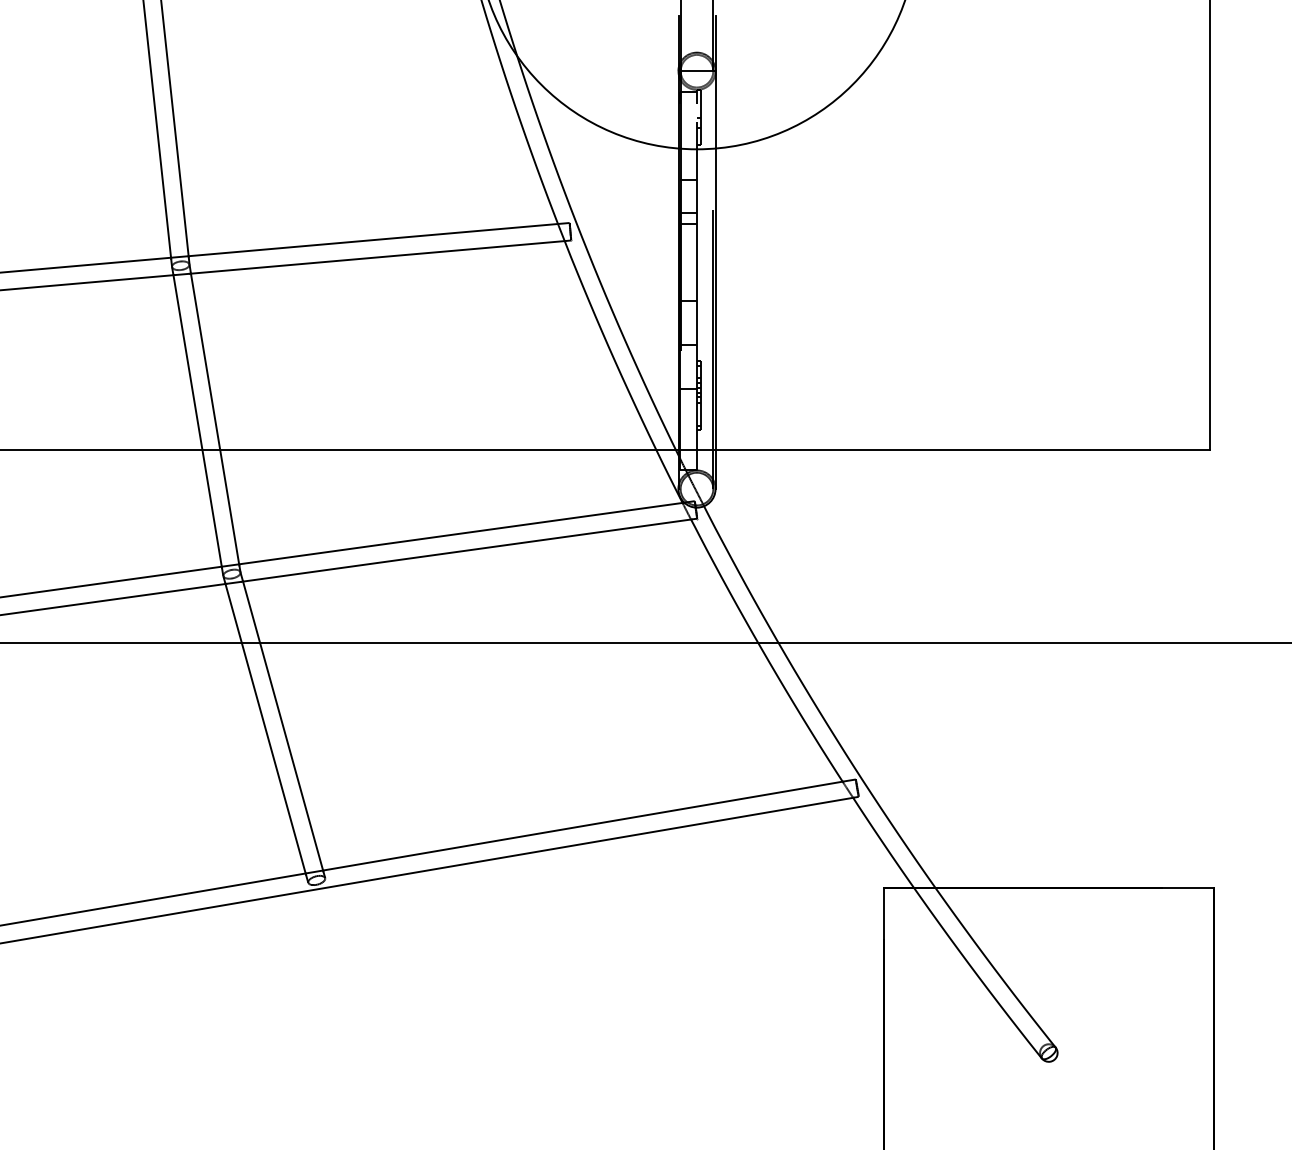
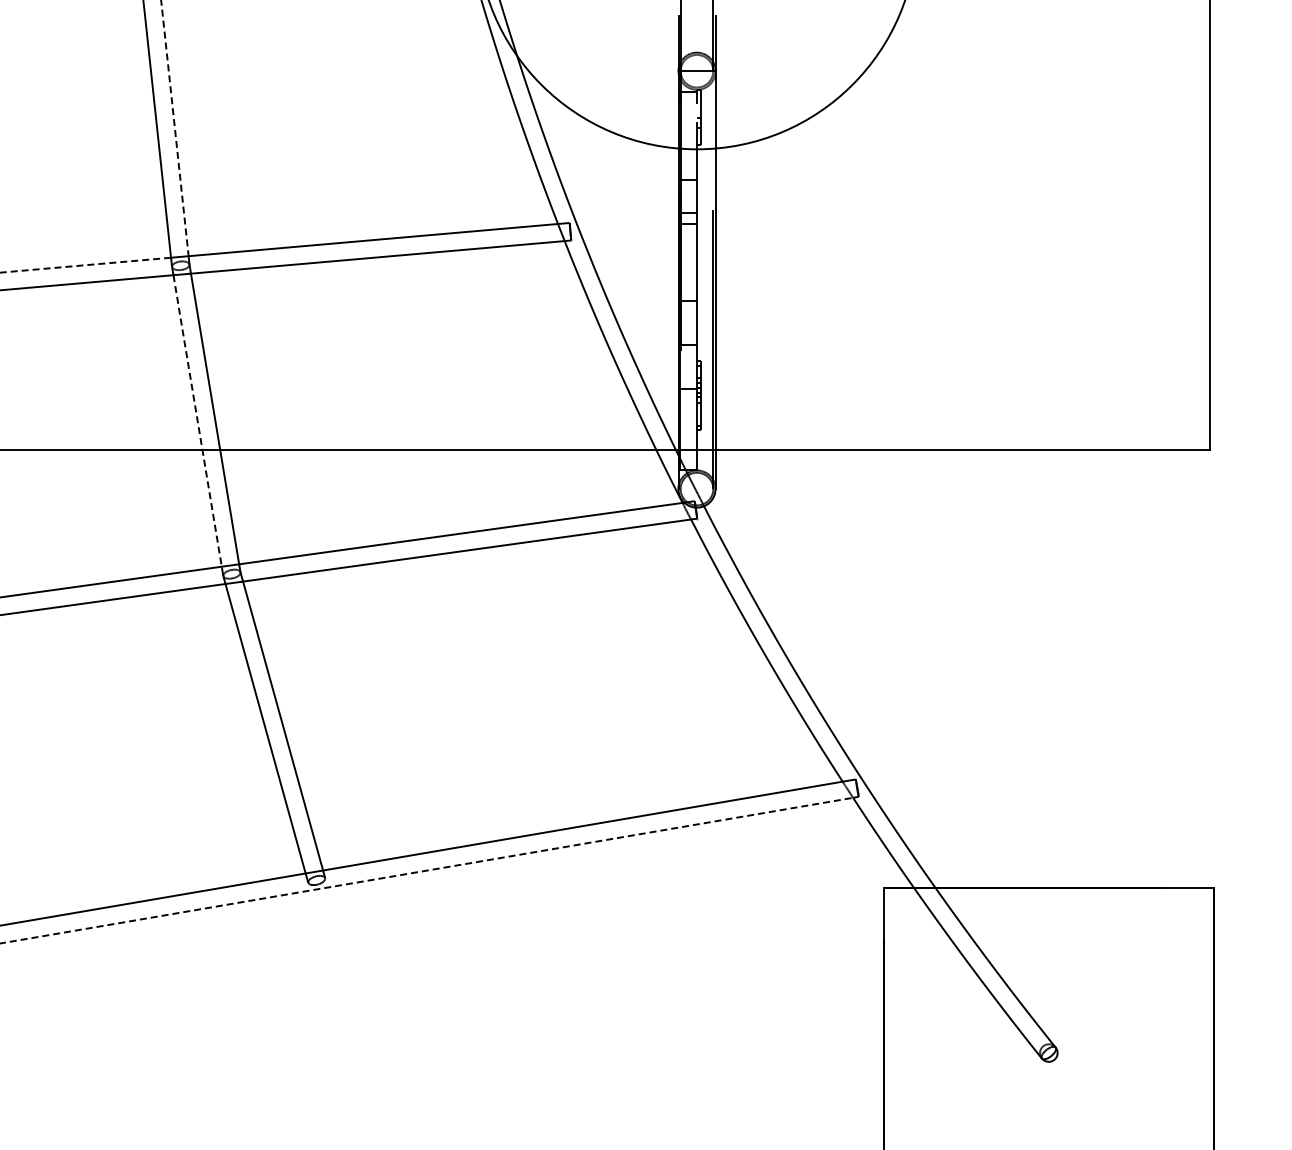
line at (174, 128): solid -> dashed
line at (85, 265): solid -> dashed
line at (197, 422): solid -> dashed
line at (645, 642): present -> none
line at (427, 870): solid -> dashed
